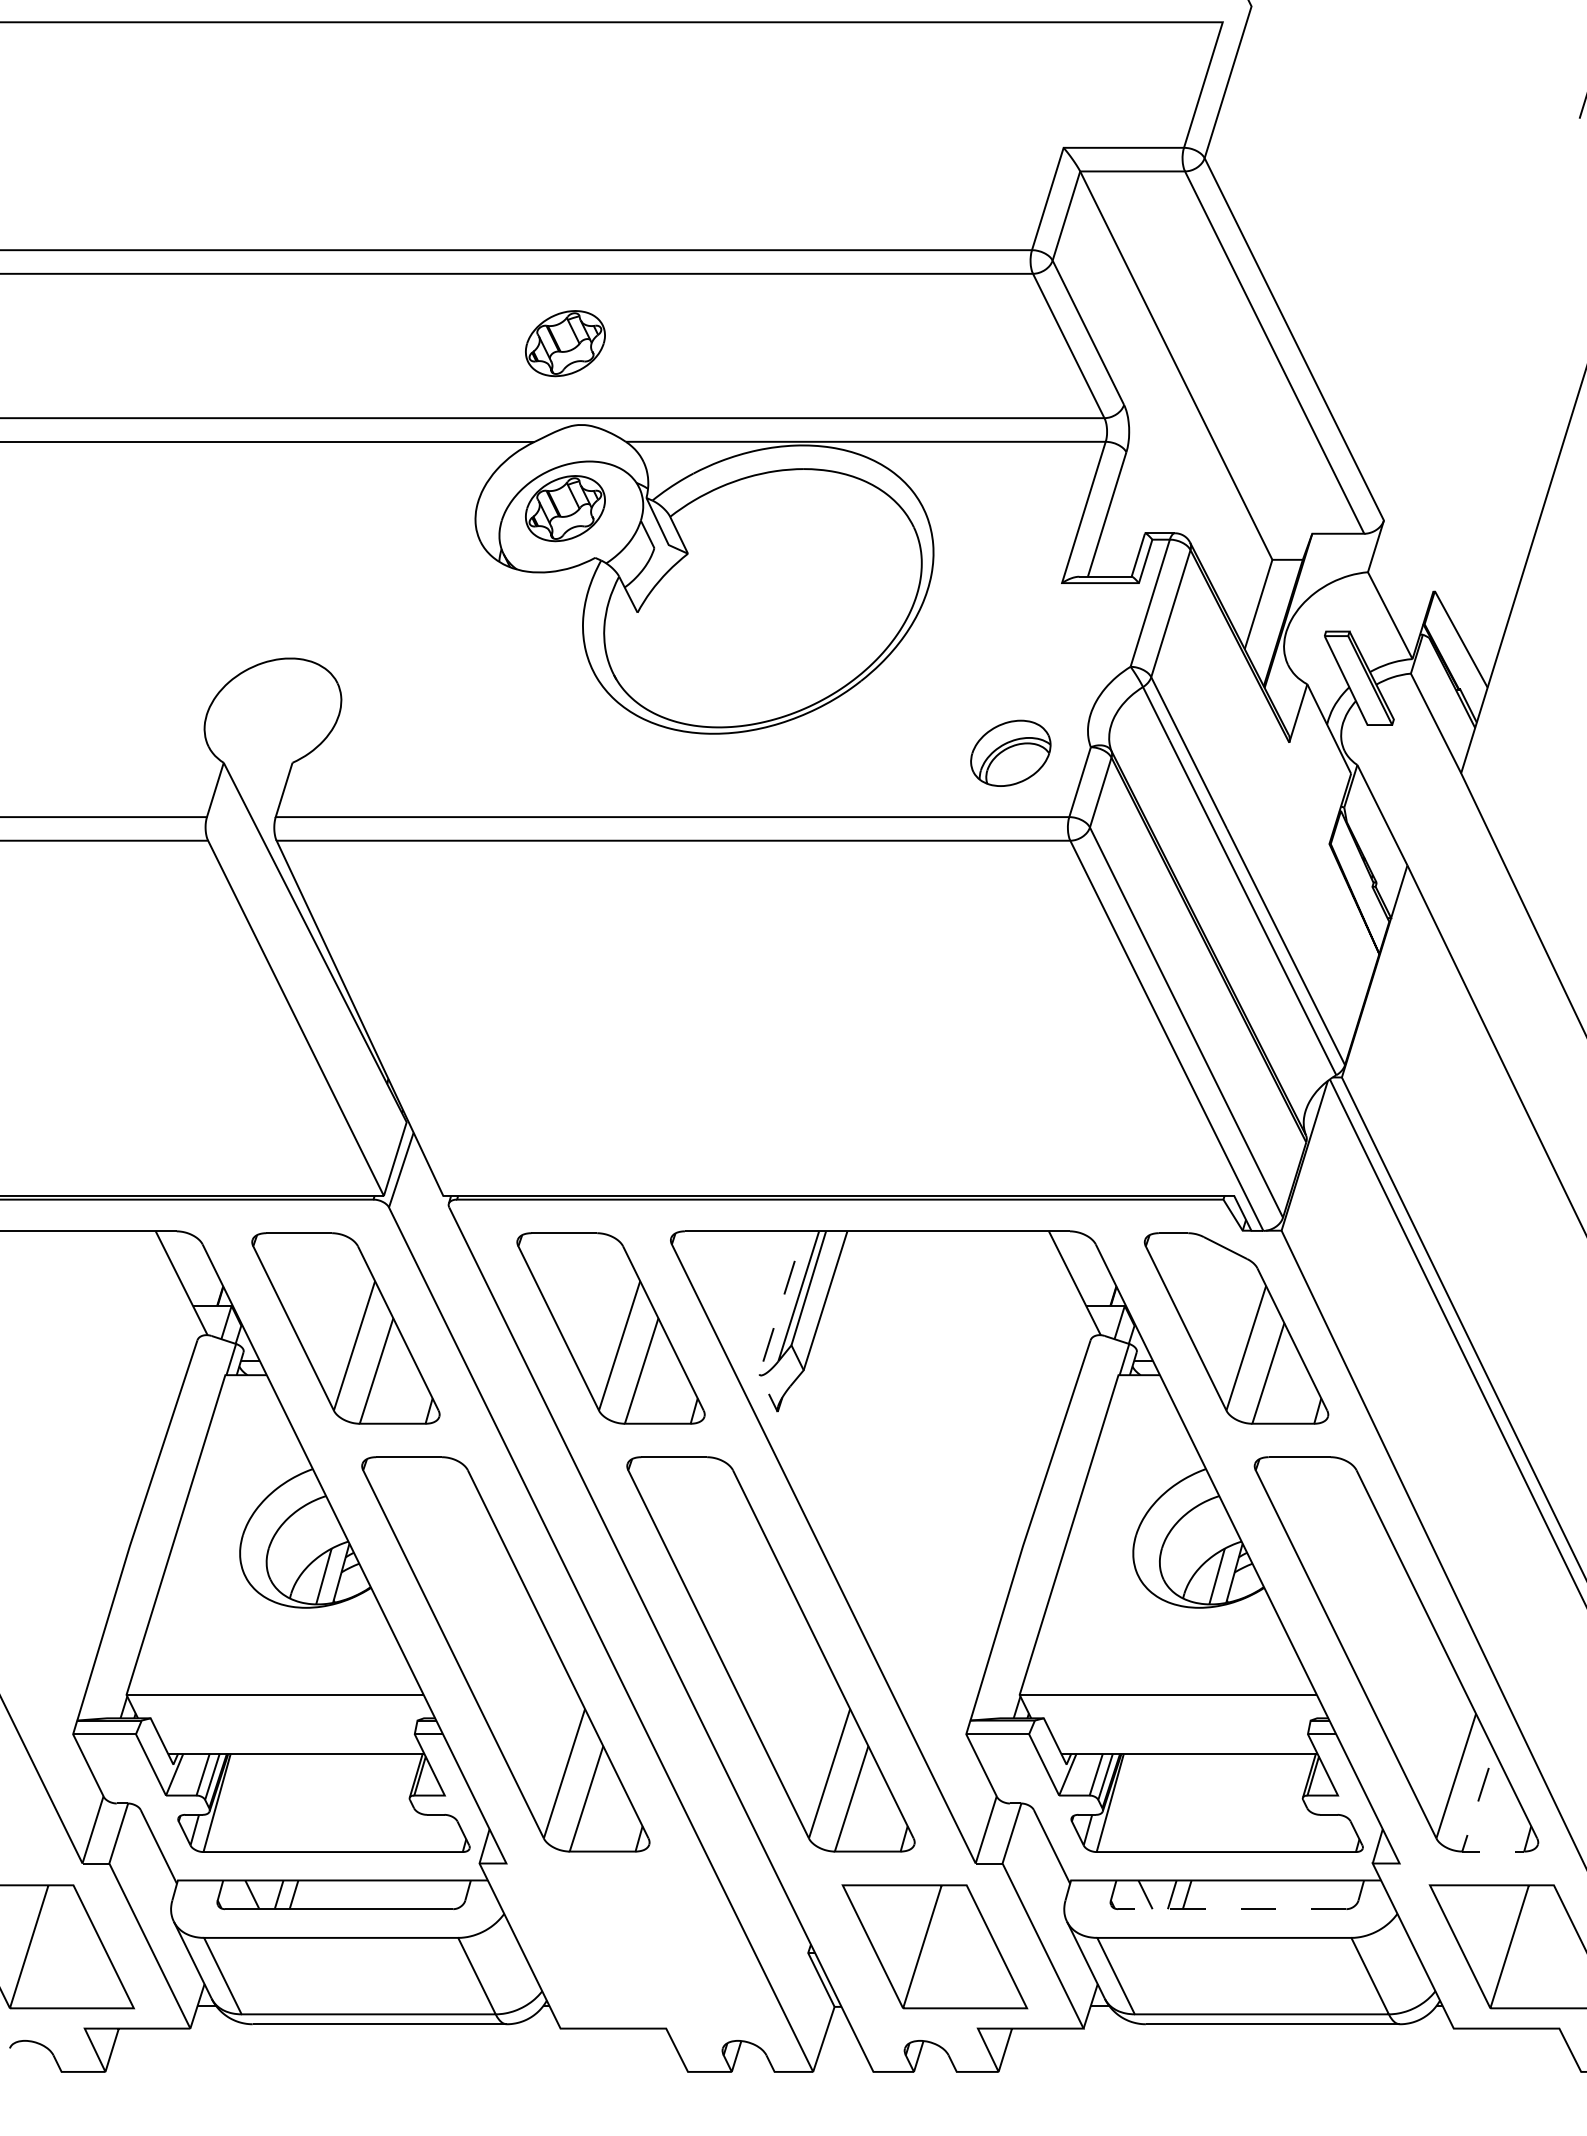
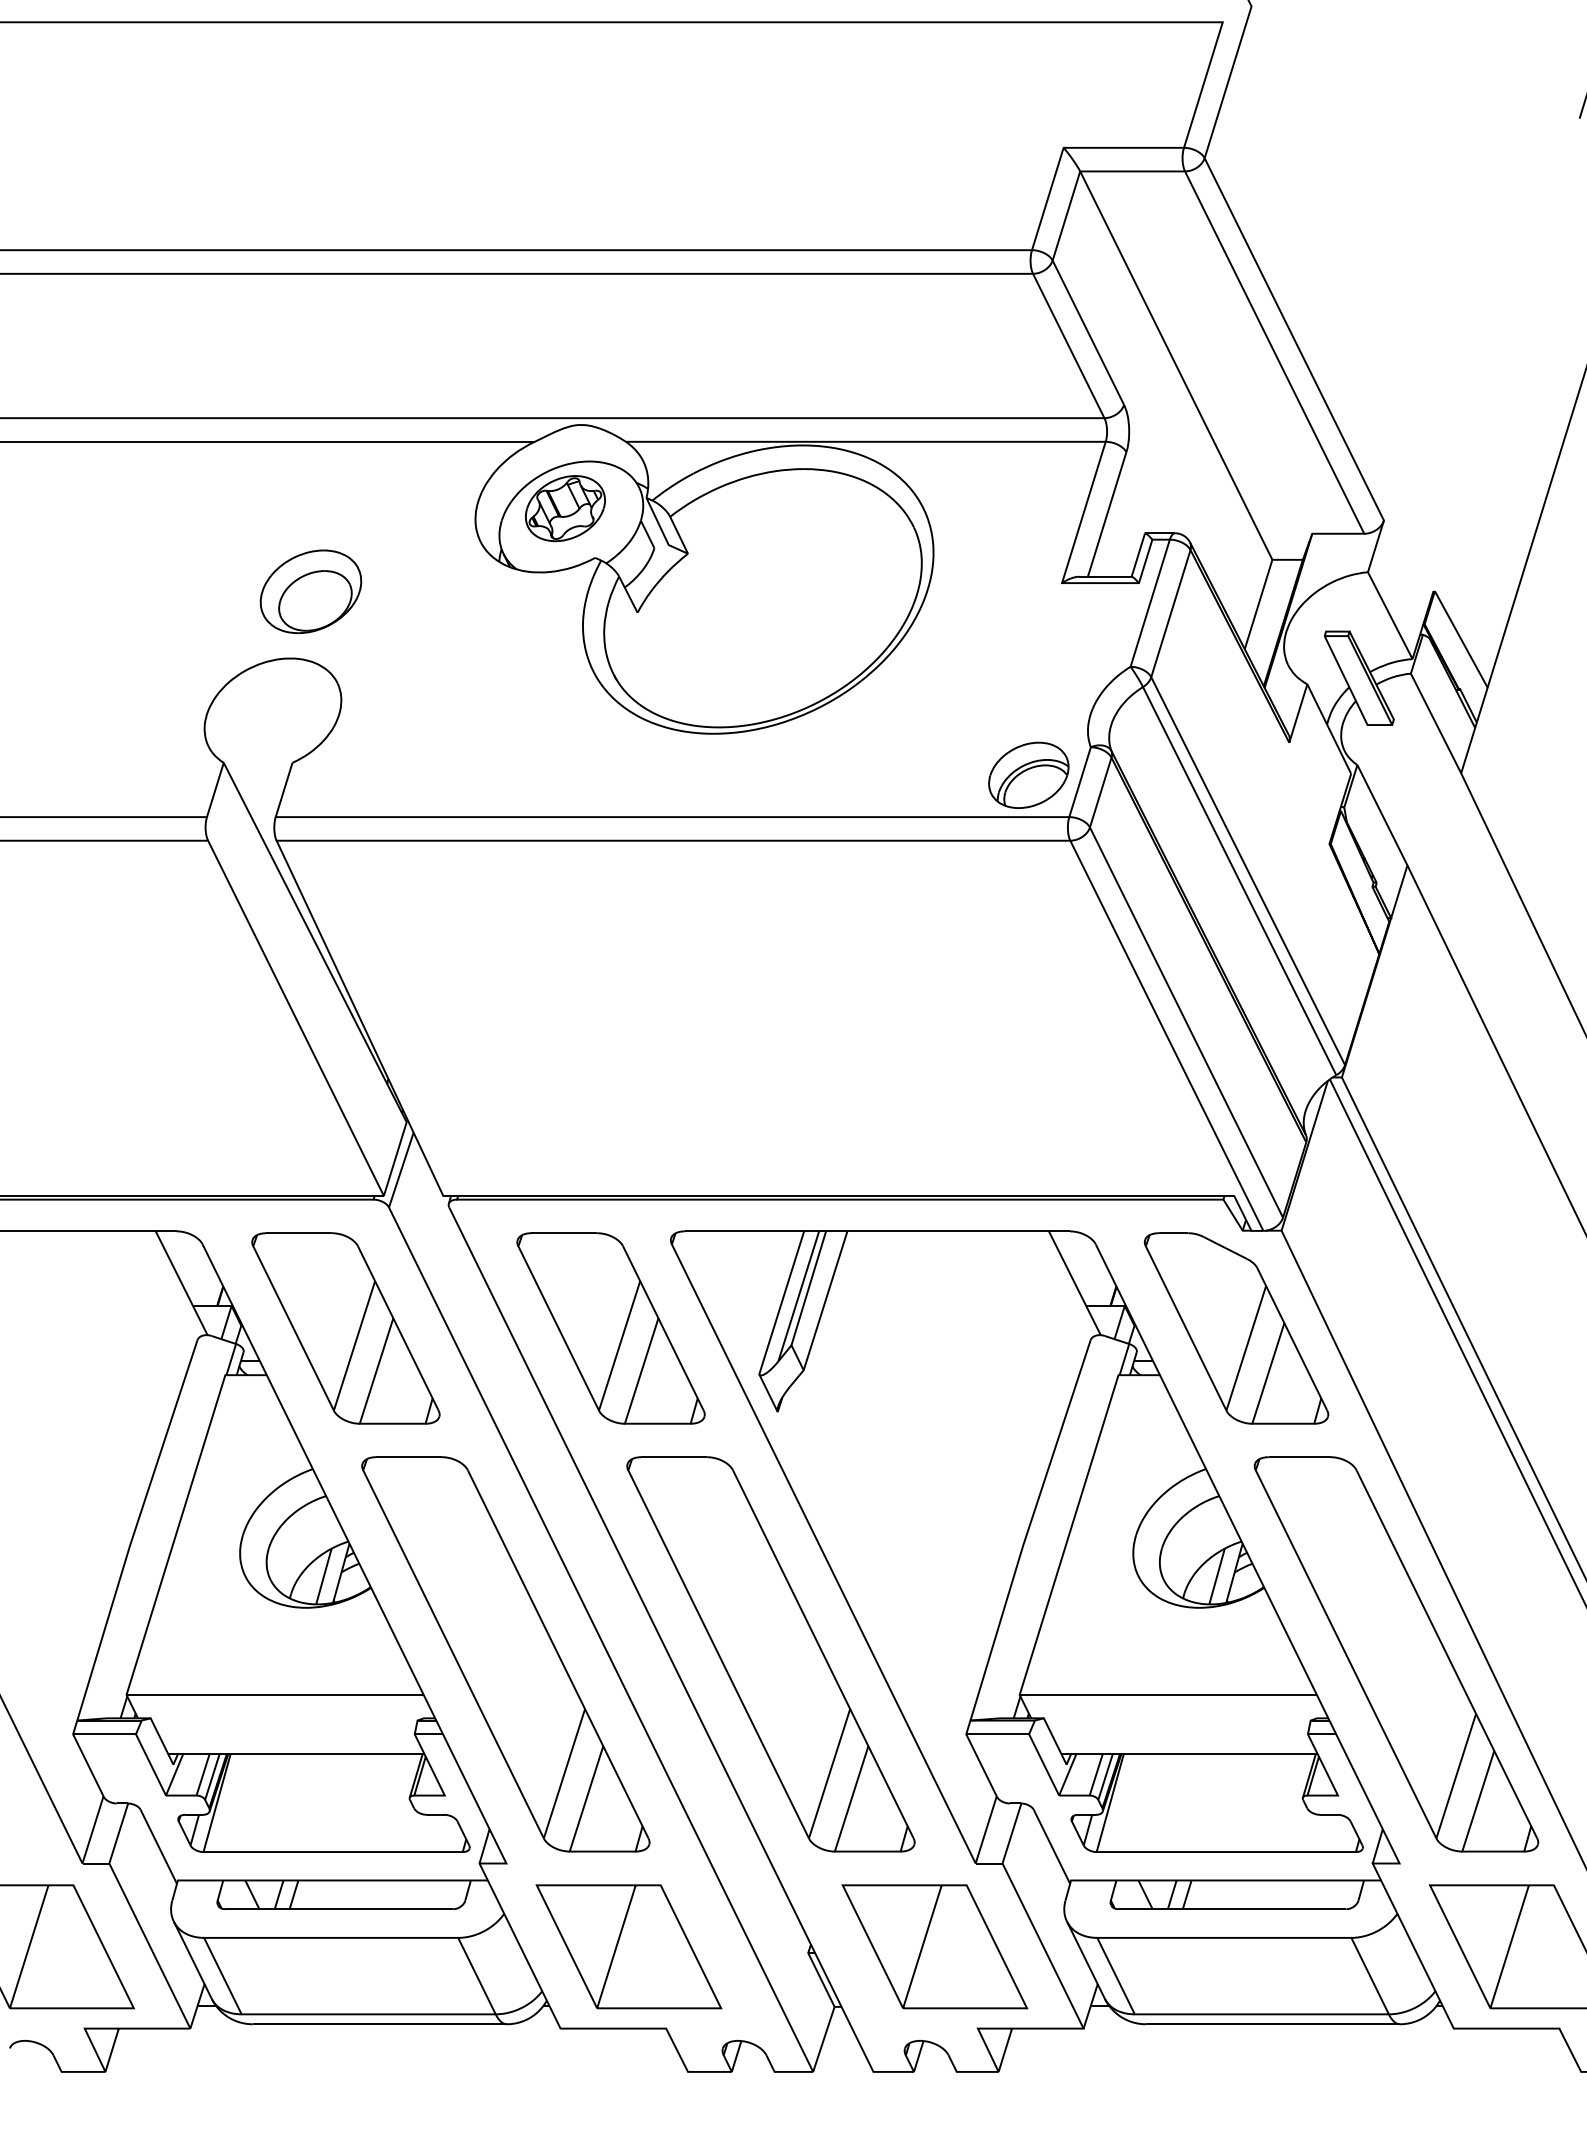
part at (565, 343): present -> none
part at (310, 591): none -> present
part at (1010, 752) position: (1010, 752) -> (1028, 774)
line at (772, 1331): dashed -> solid
line at (1464, 1843): dashed -> solid
line at (1231, 1909): dashed -> solid
curve at (618, 1944): none -> present
